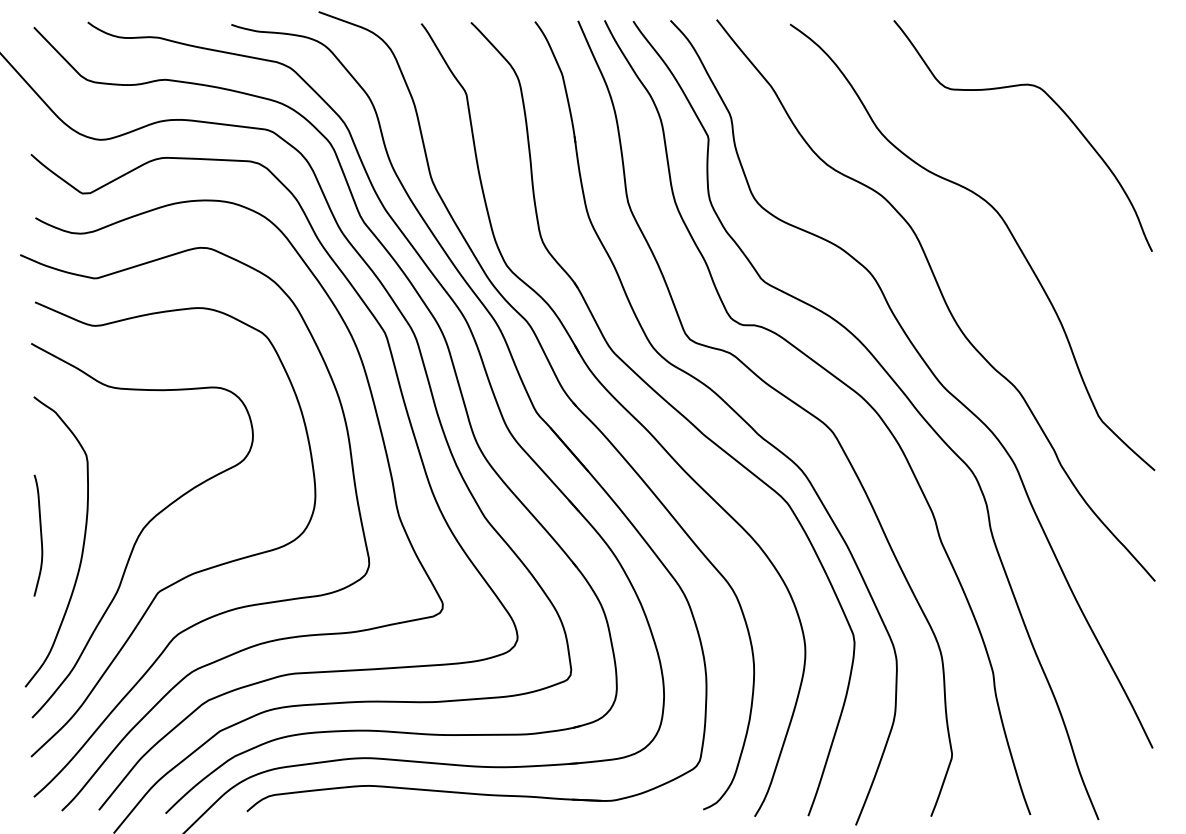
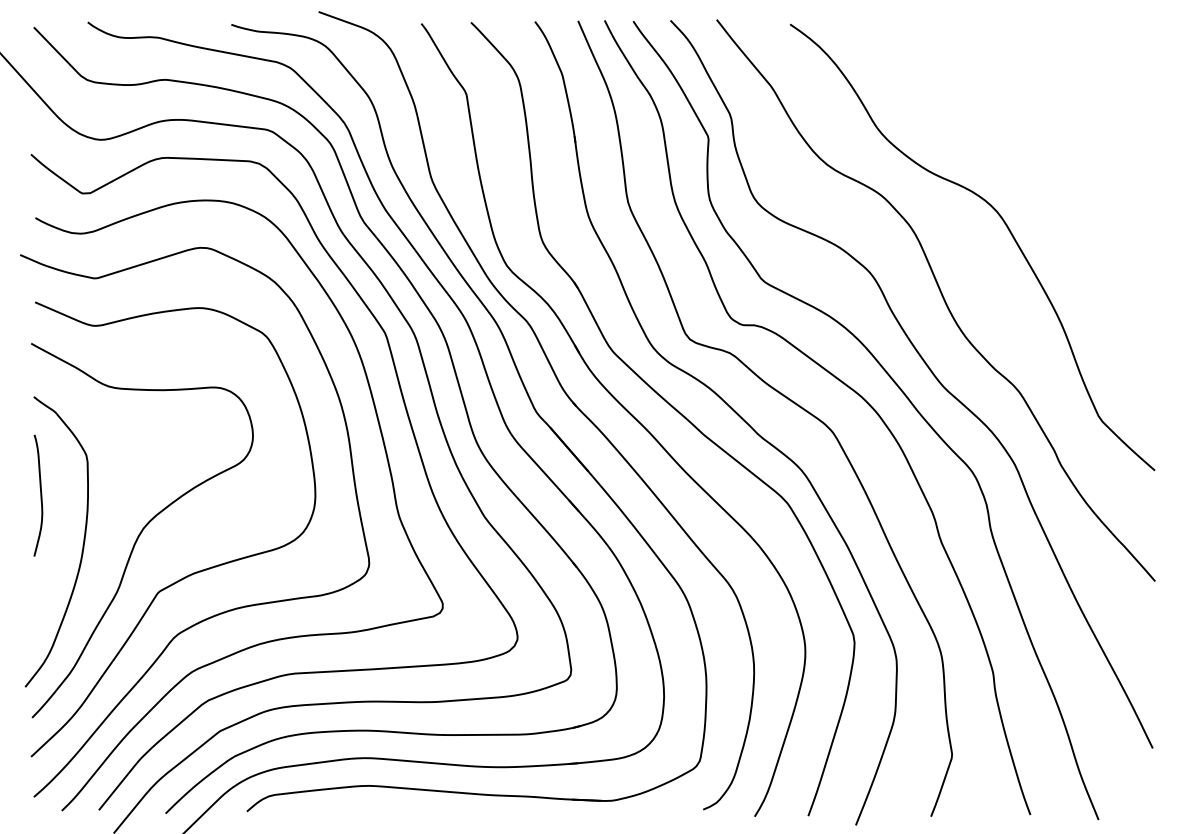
curve at (1054, 103): present -> none
curve at (40, 535) position: (40, 535) -> (40, 495)
